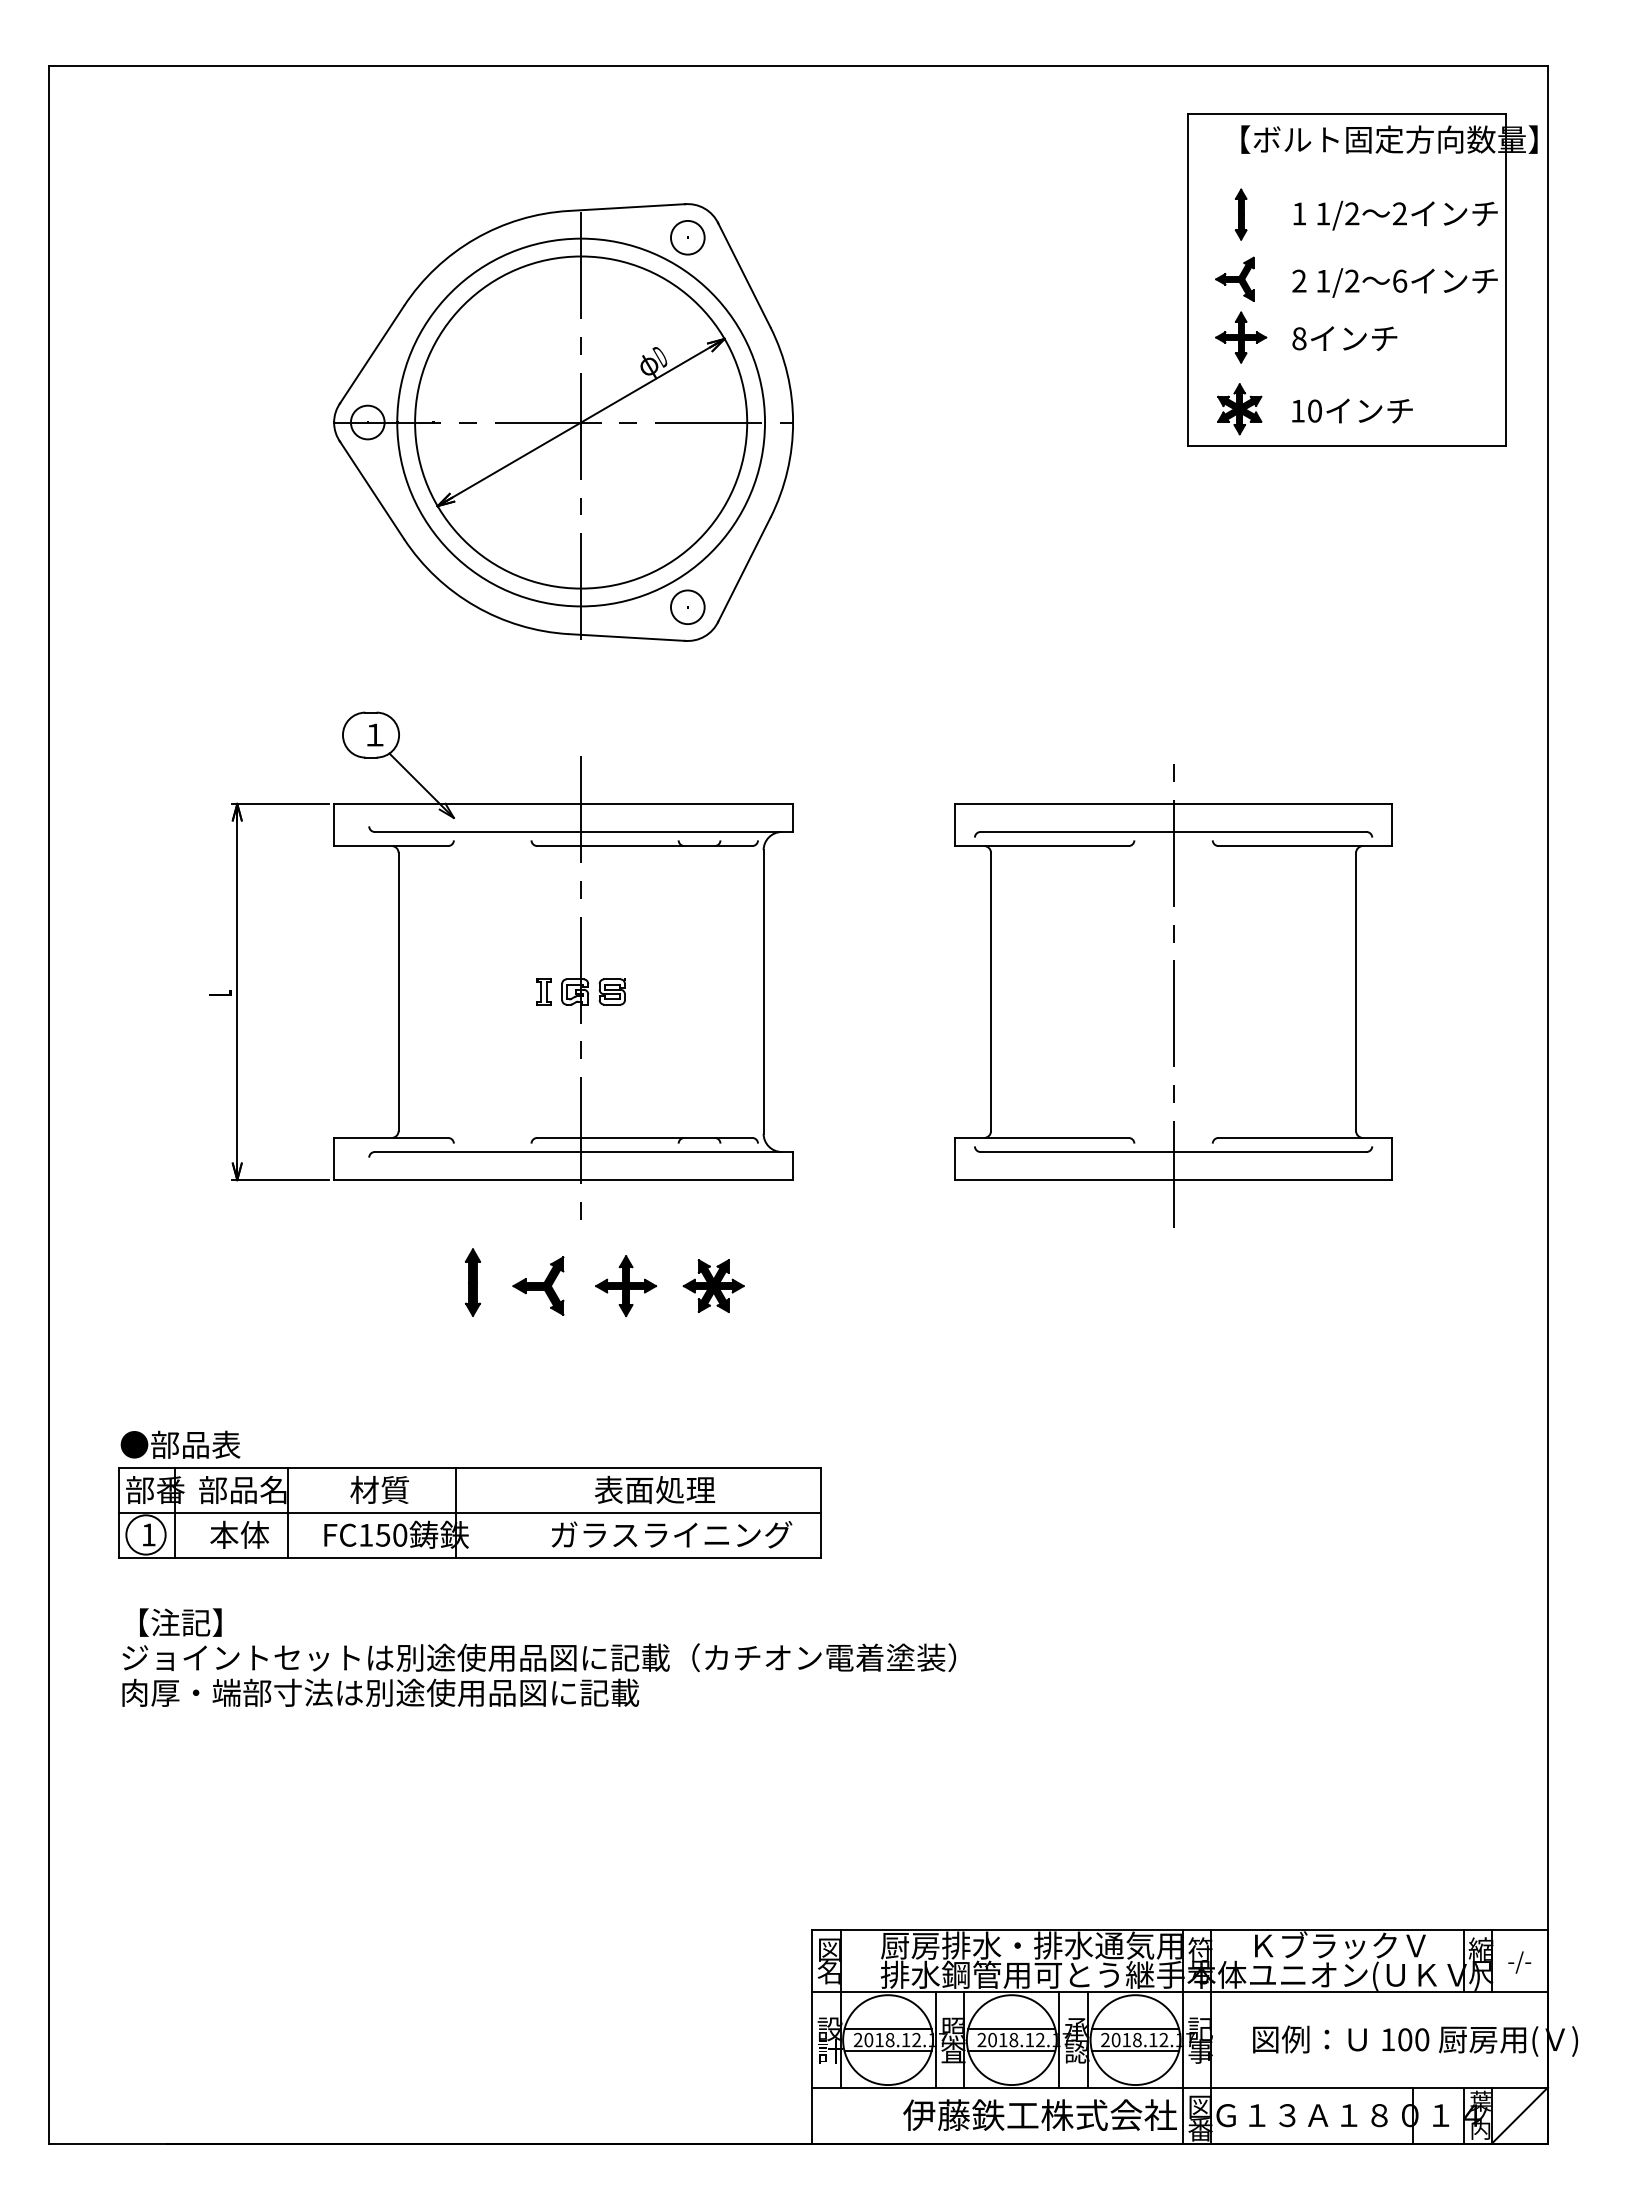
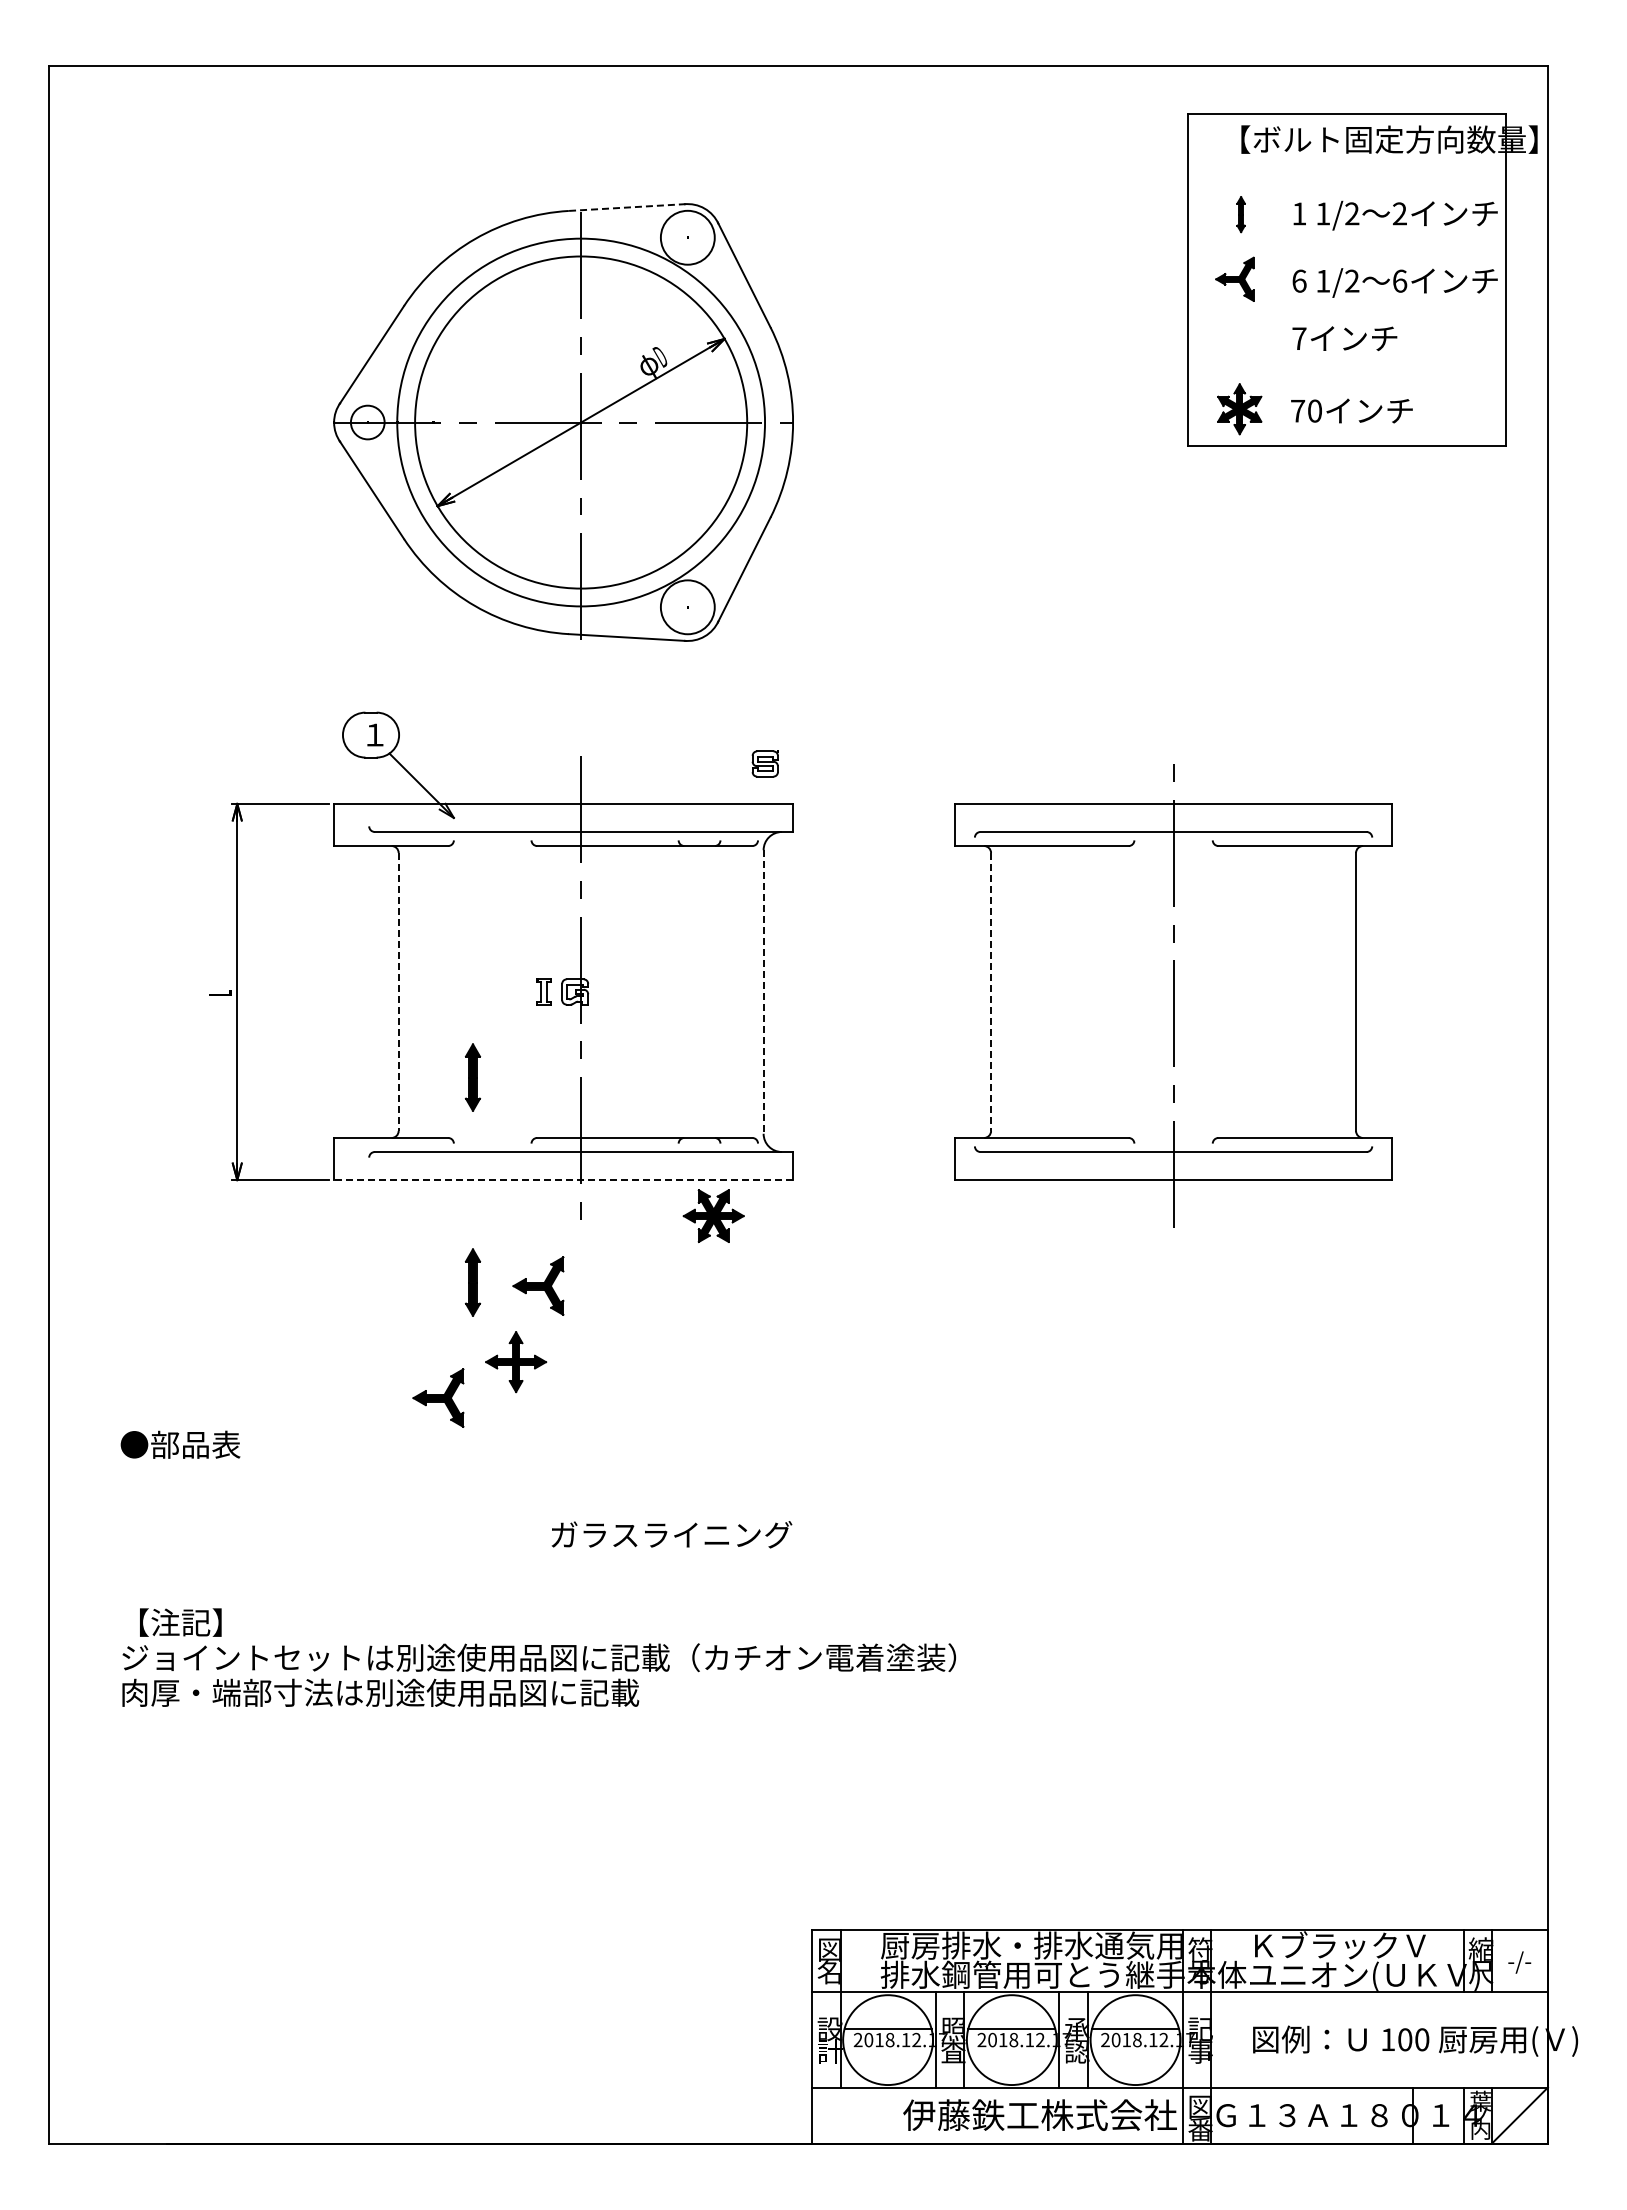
line at (627, 207): solid -> dashed
part at (1240, 214) size: 14x53 px -> 10x38 px
circle at (687, 237) diameter: 34 px -> 54 px
text at (1299, 280): 2 -> 6
part at (1241, 337): present -> none
text at (1299, 338): 8 -> 7
text at (1298, 411): 10 -> 70
circle at (687, 607) diameter: 34 px -> 54 px
part at (611, 991) position: (611, 991) -> (764, 763)
line at (398, 992): solid -> dashed
line at (763, 992): solid -> dashed
line at (991, 992): solid -> dashed
part at (472, 1077): none -> present
line at (563, 1180): solid -> dashed
part at (713, 1285) position: (713, 1285) -> (713, 1215)
part at (626, 1286) position: (626, 1286) -> (516, 1362)
part at (438, 1397): none -> present
part at (469, 1512): present -> none
line at (887, 2051): present -> none
line at (1011, 2051): present -> none
line at (1135, 2051): present -> none
